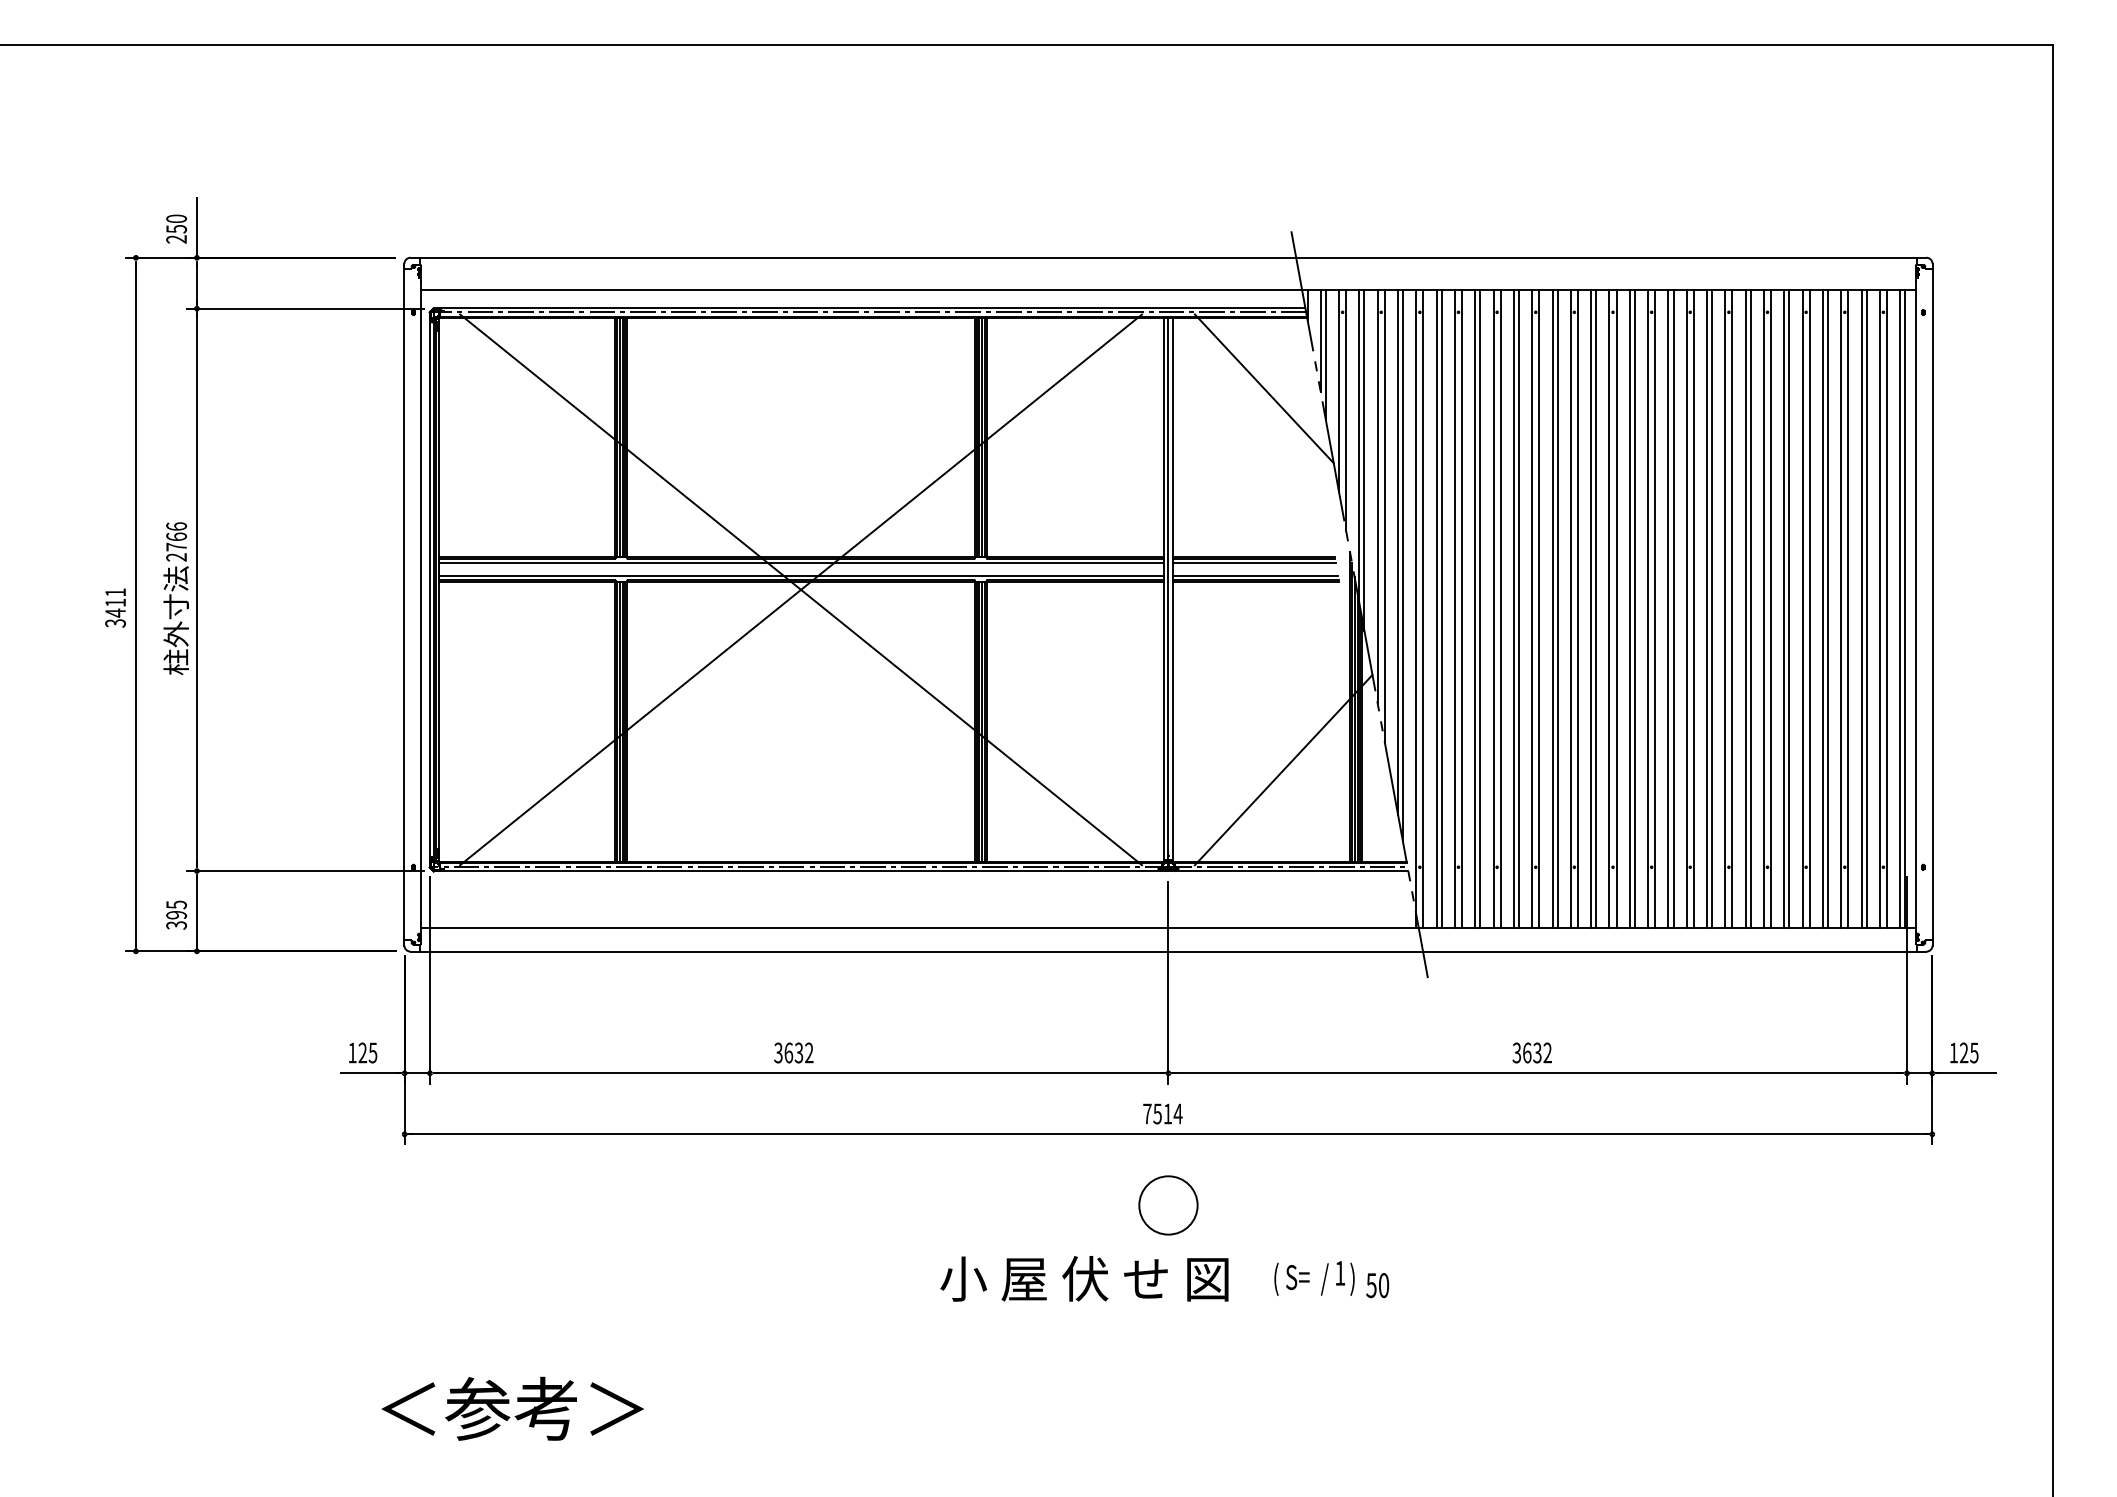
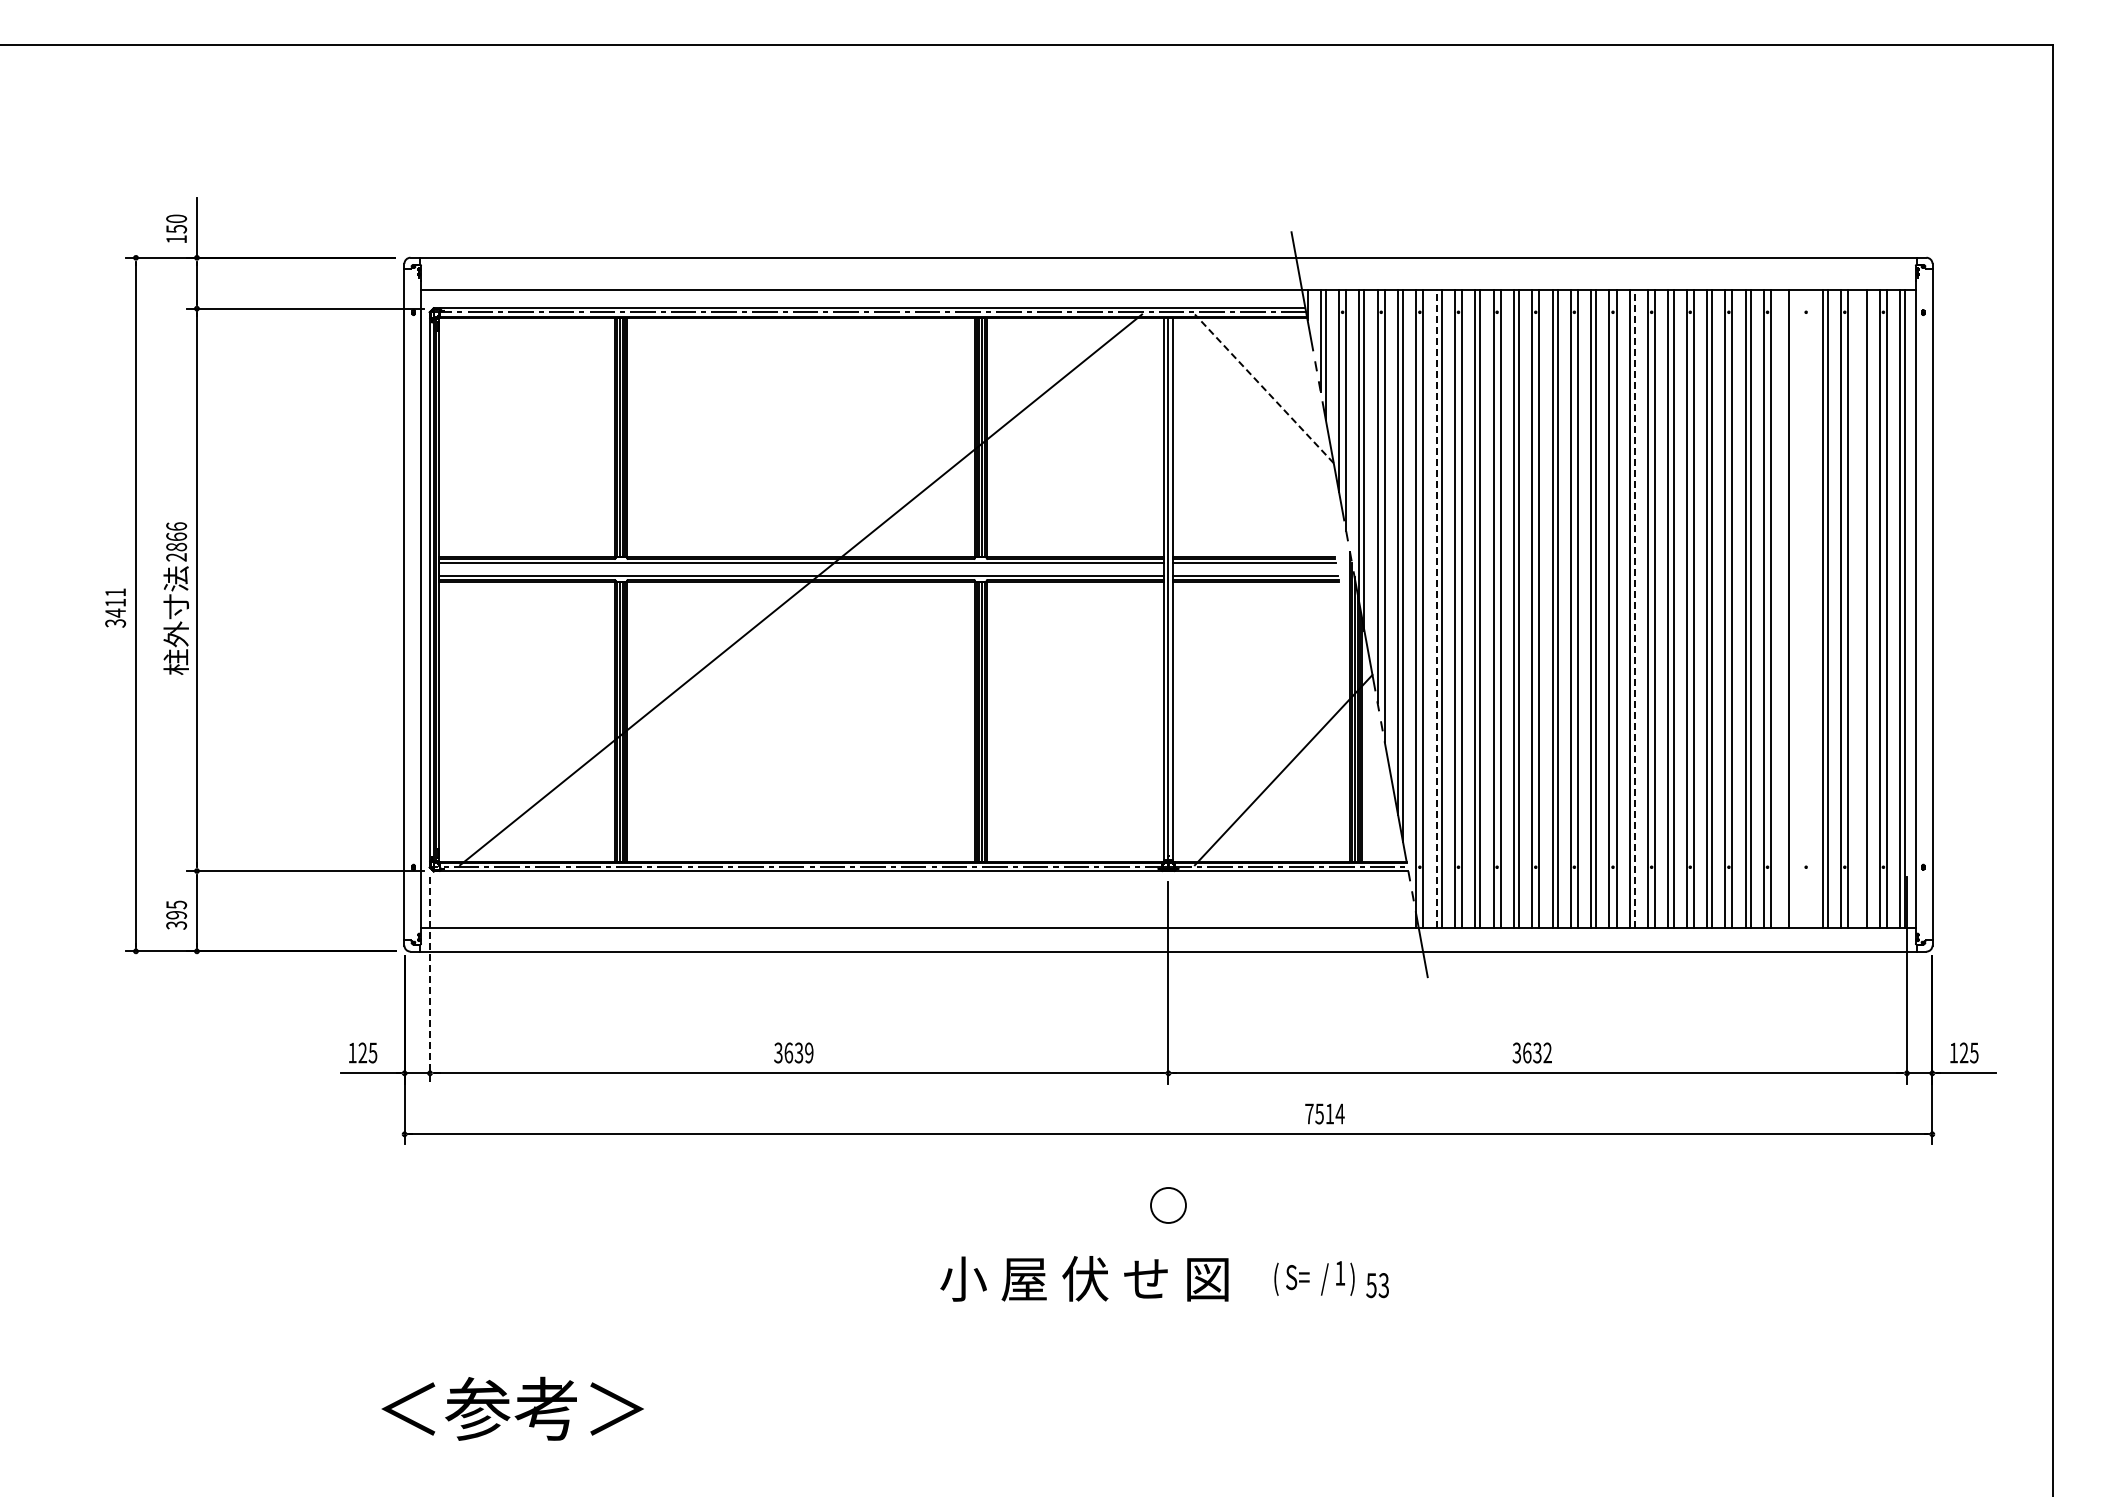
text at (176, 239): 250 -> 150
line at (1264, 388): solid -> dashed
text at (176, 546): 2766 -> 2866
line at (801, 589): present -> none
line at (1784, 608): present -> none
line at (1802, 608): present -> none
line at (1809, 608): present -> none
line at (1861, 608): present -> none
line at (1436, 609): solid -> dashed
line at (1634, 609): solid -> dashed
line at (430, 980): solid -> dashed
text at (809, 1053): 3632 -> 3639
text at (1162, 1113) position: (1162, 1113) -> (1324, 1113)
circle at (1168, 1205) size: 61x61 px -> 37x37 px
text at (1383, 1285): 50 -> 53
